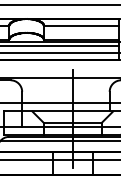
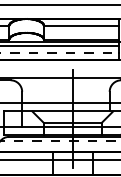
line at (60, 52): solid -> dashed
line at (60, 141): solid -> dashed
